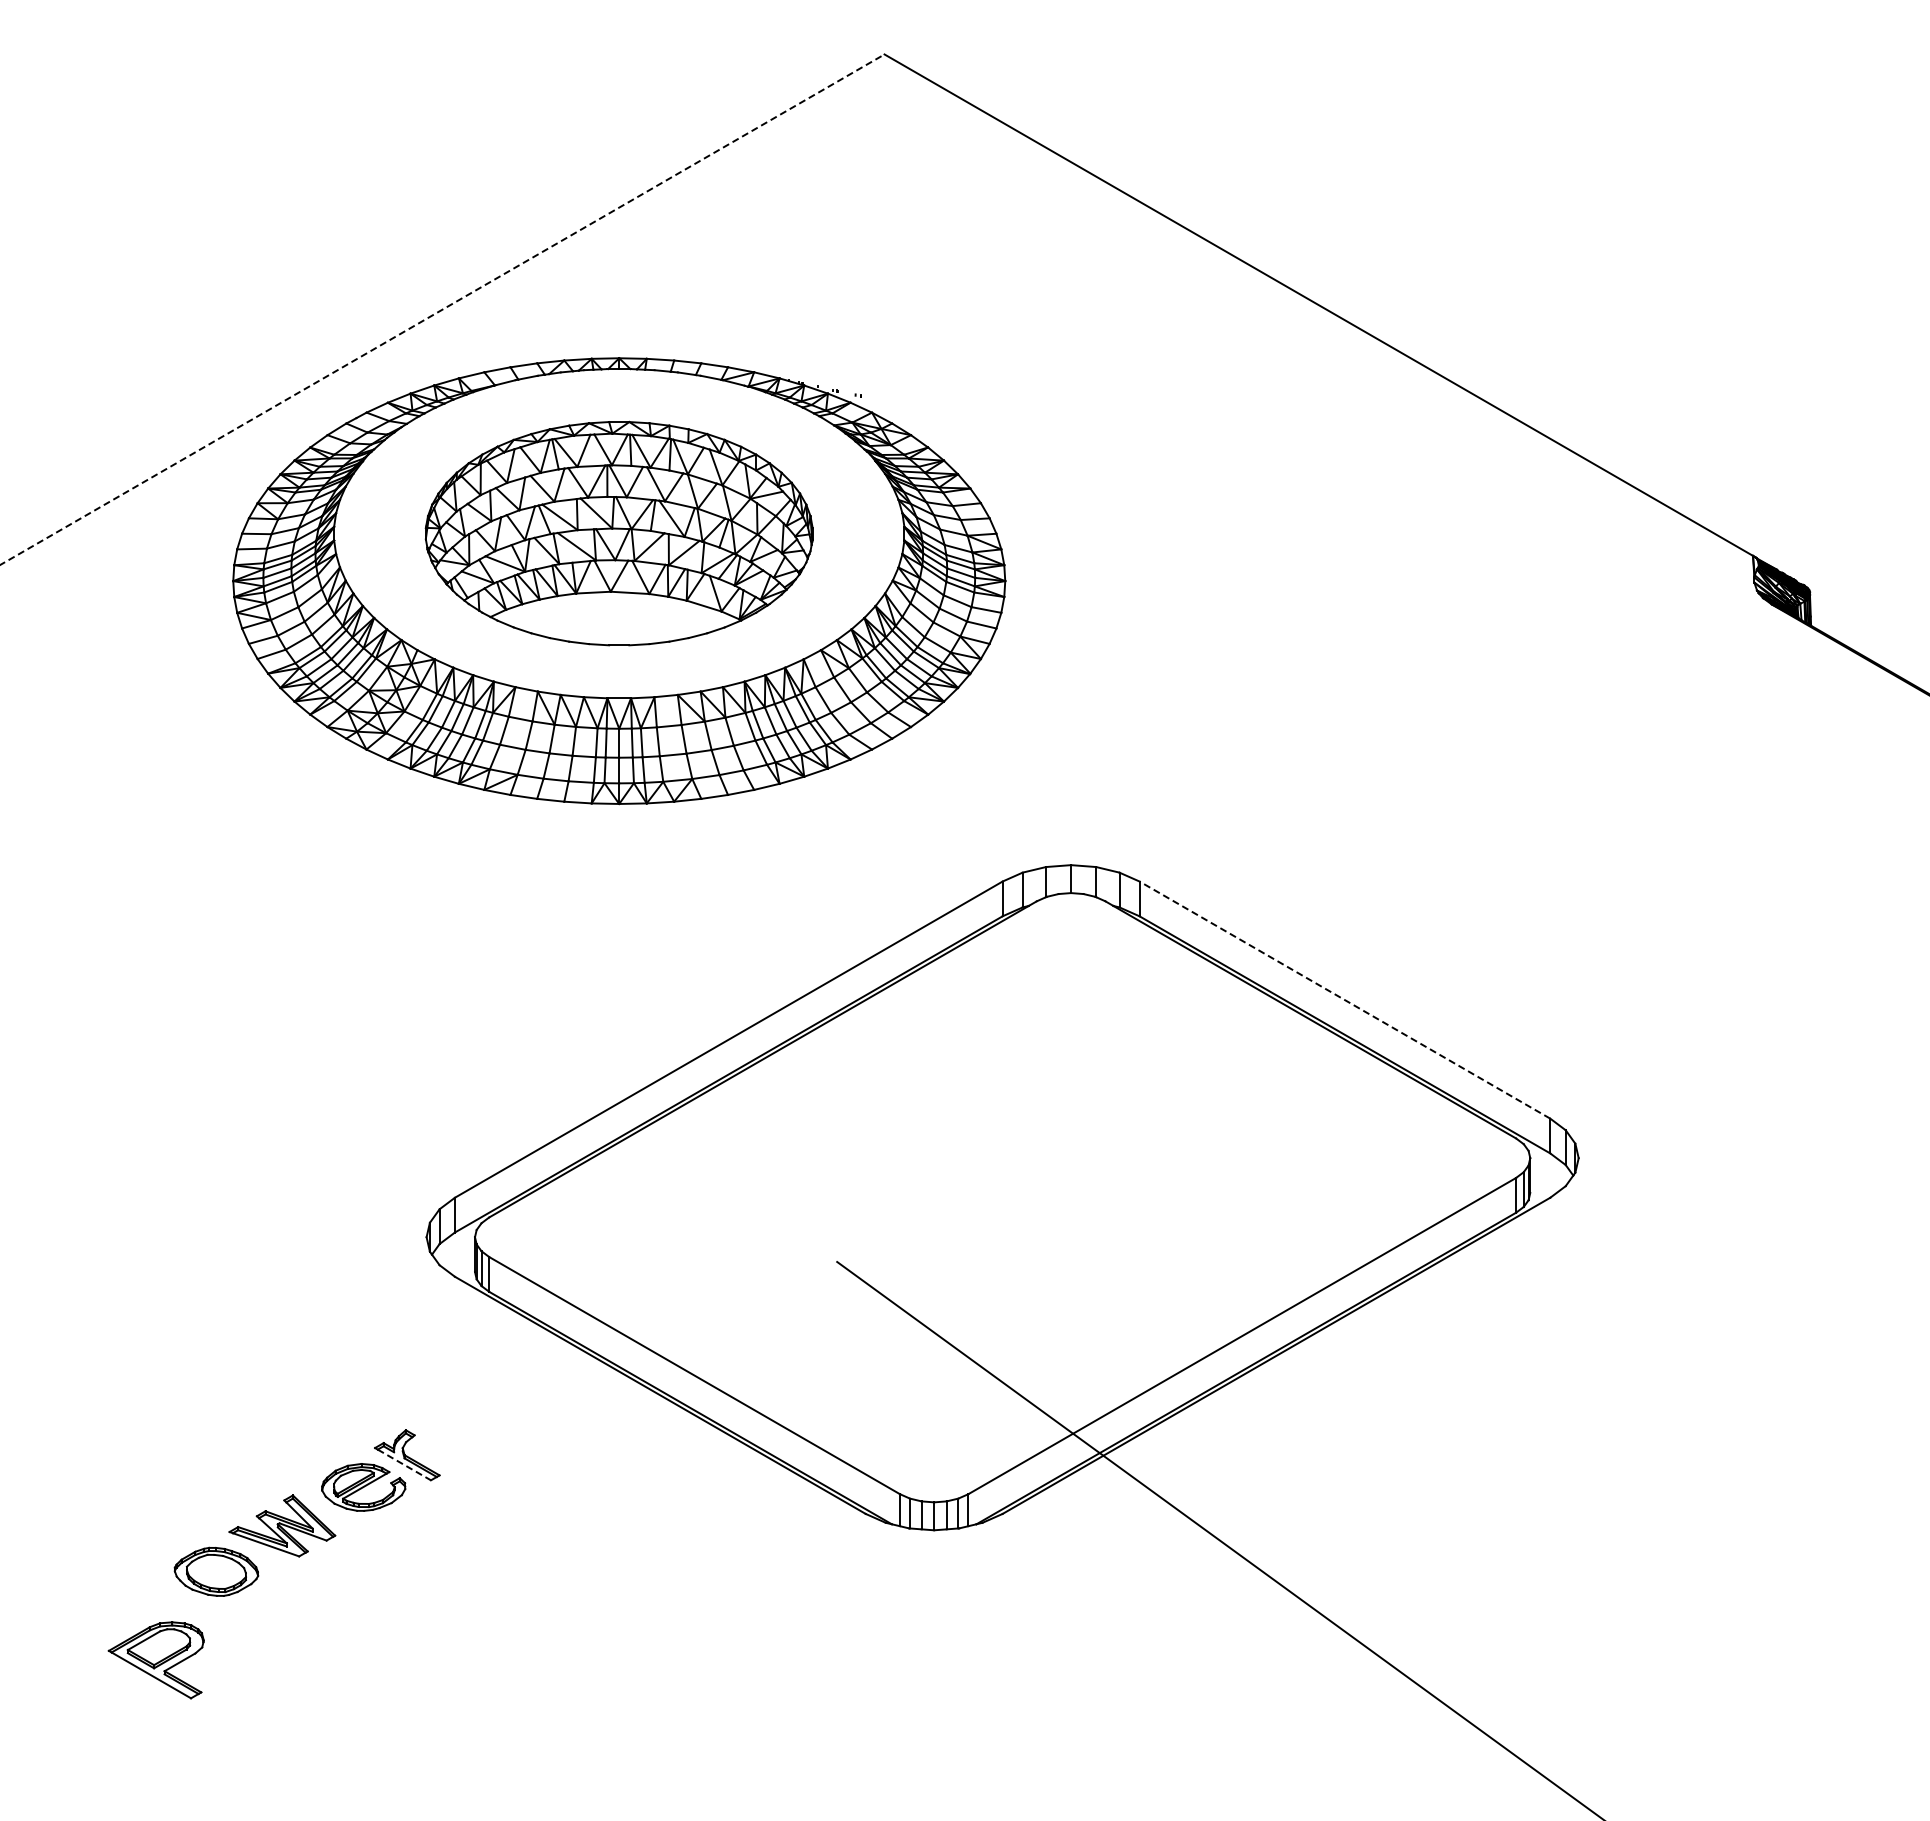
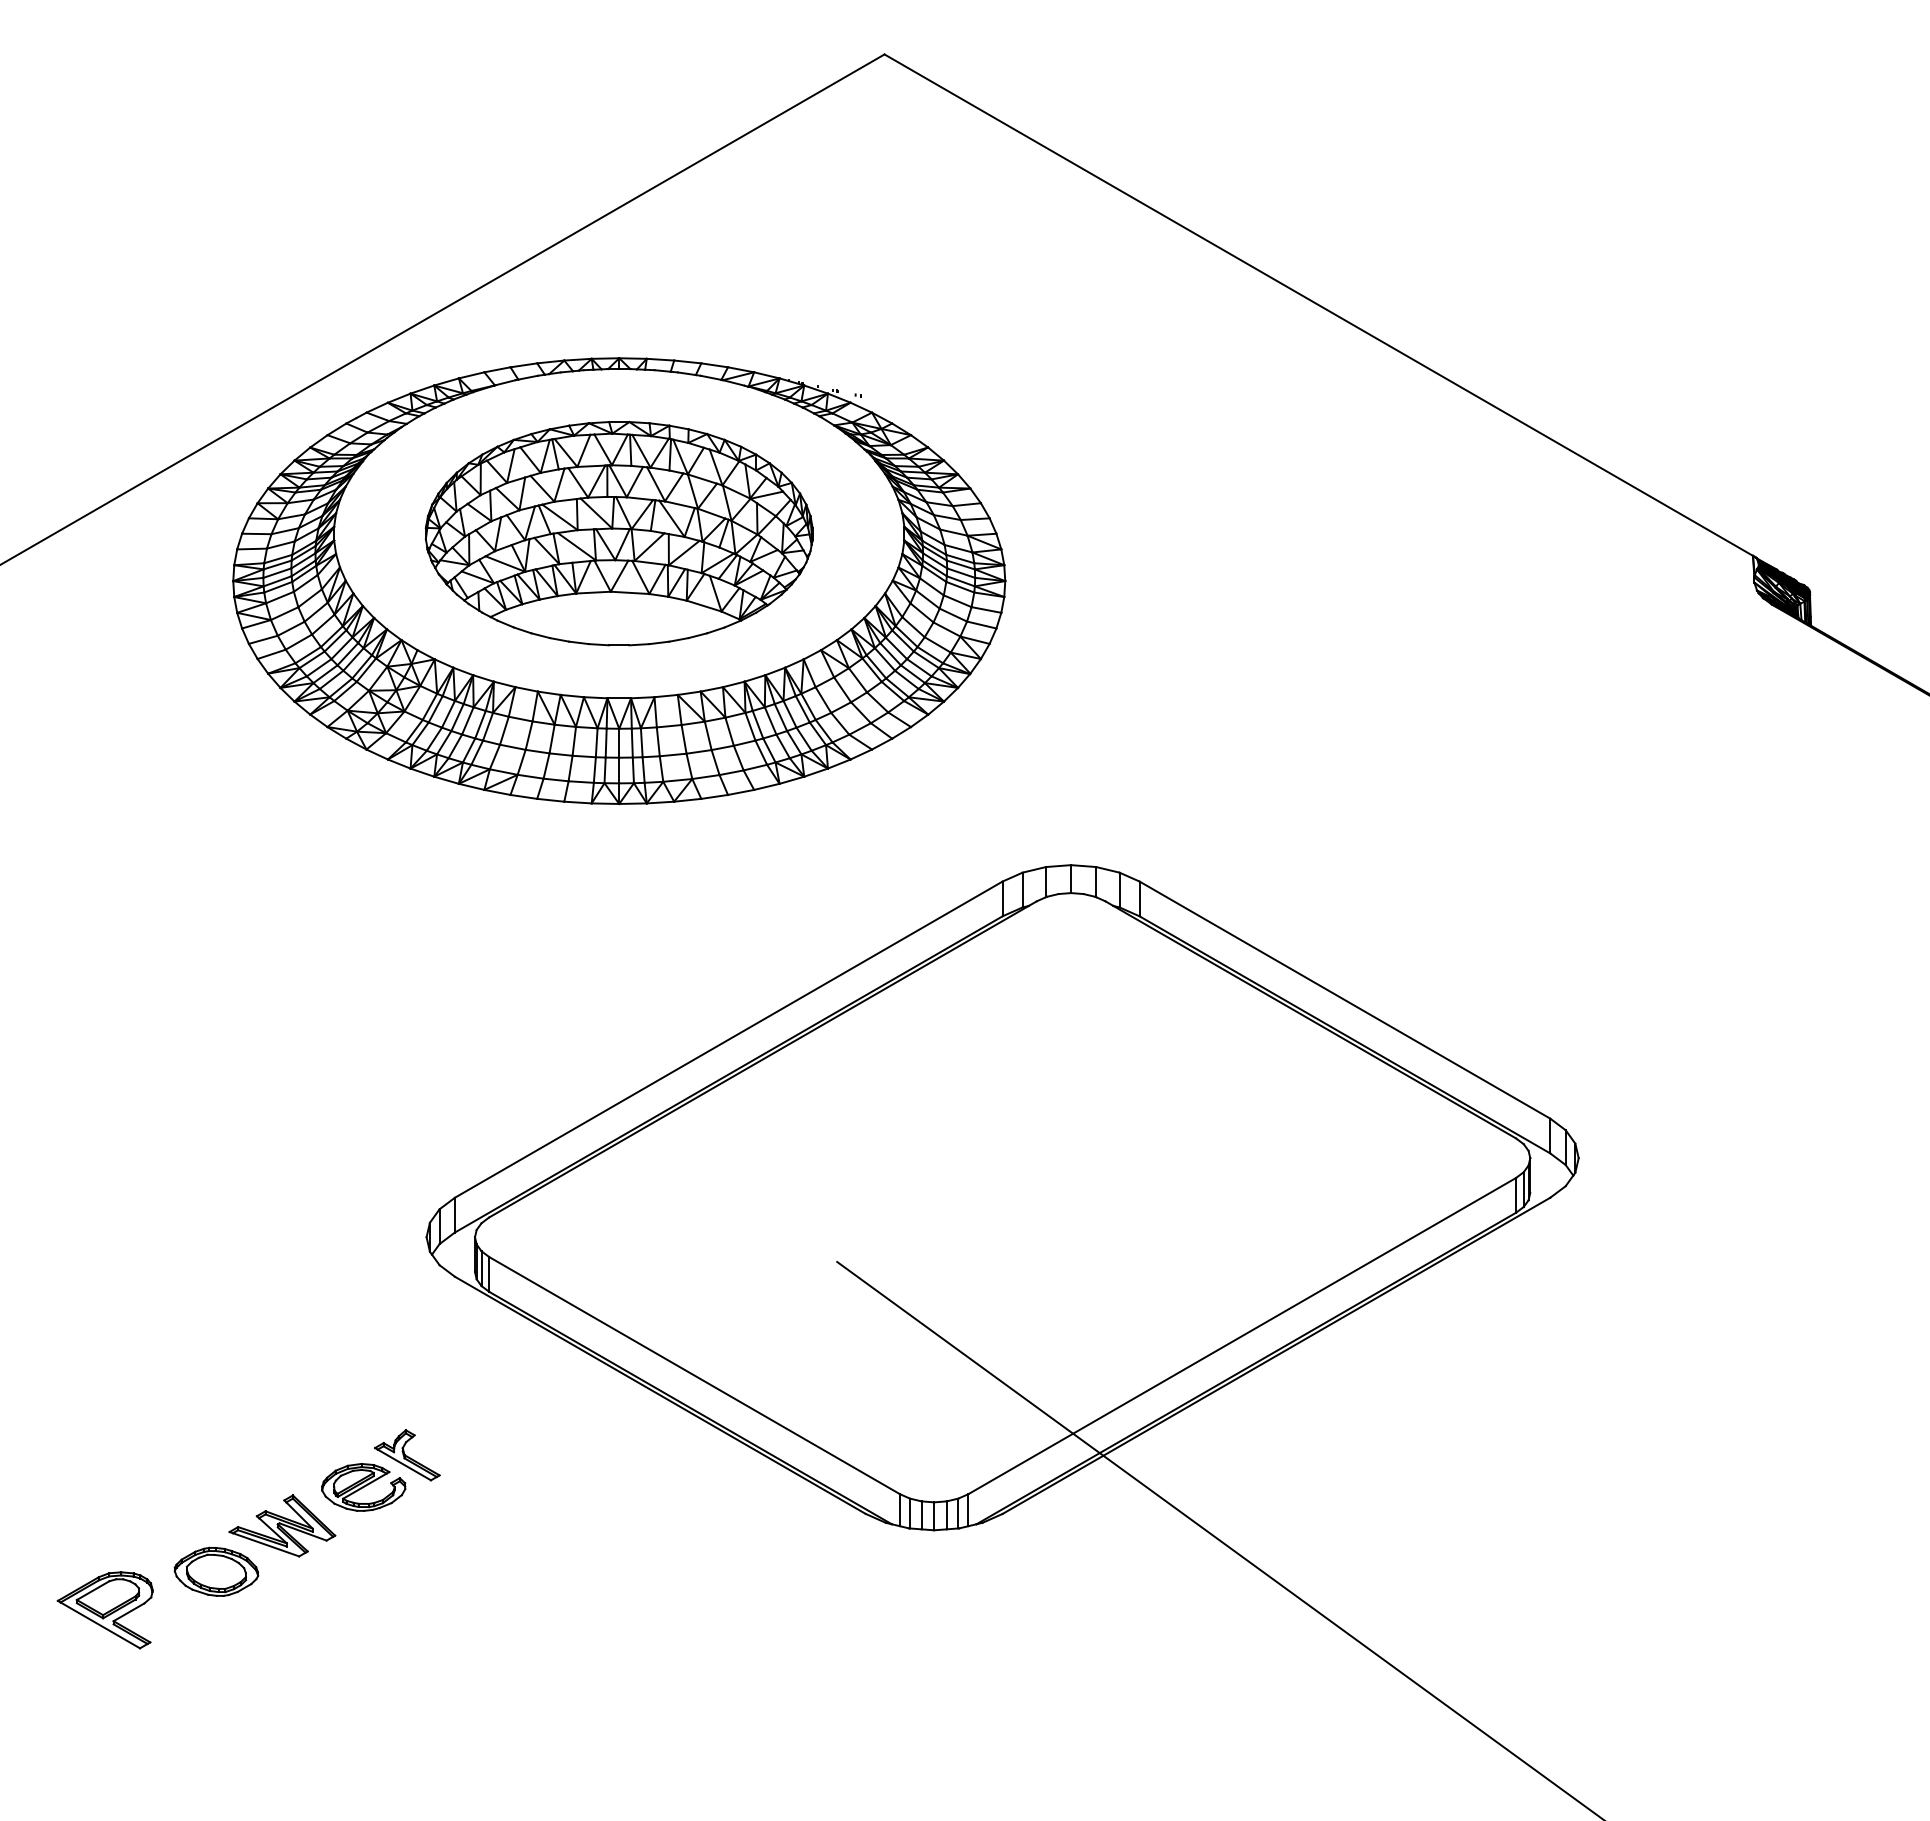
line at (443, 309): dashed -> solid
line at (1344, 999): dashed -> solid
line at (404, 1464): dashed -> solid
part at (155, 1660) position: (155, 1660) -> (104, 1610)
